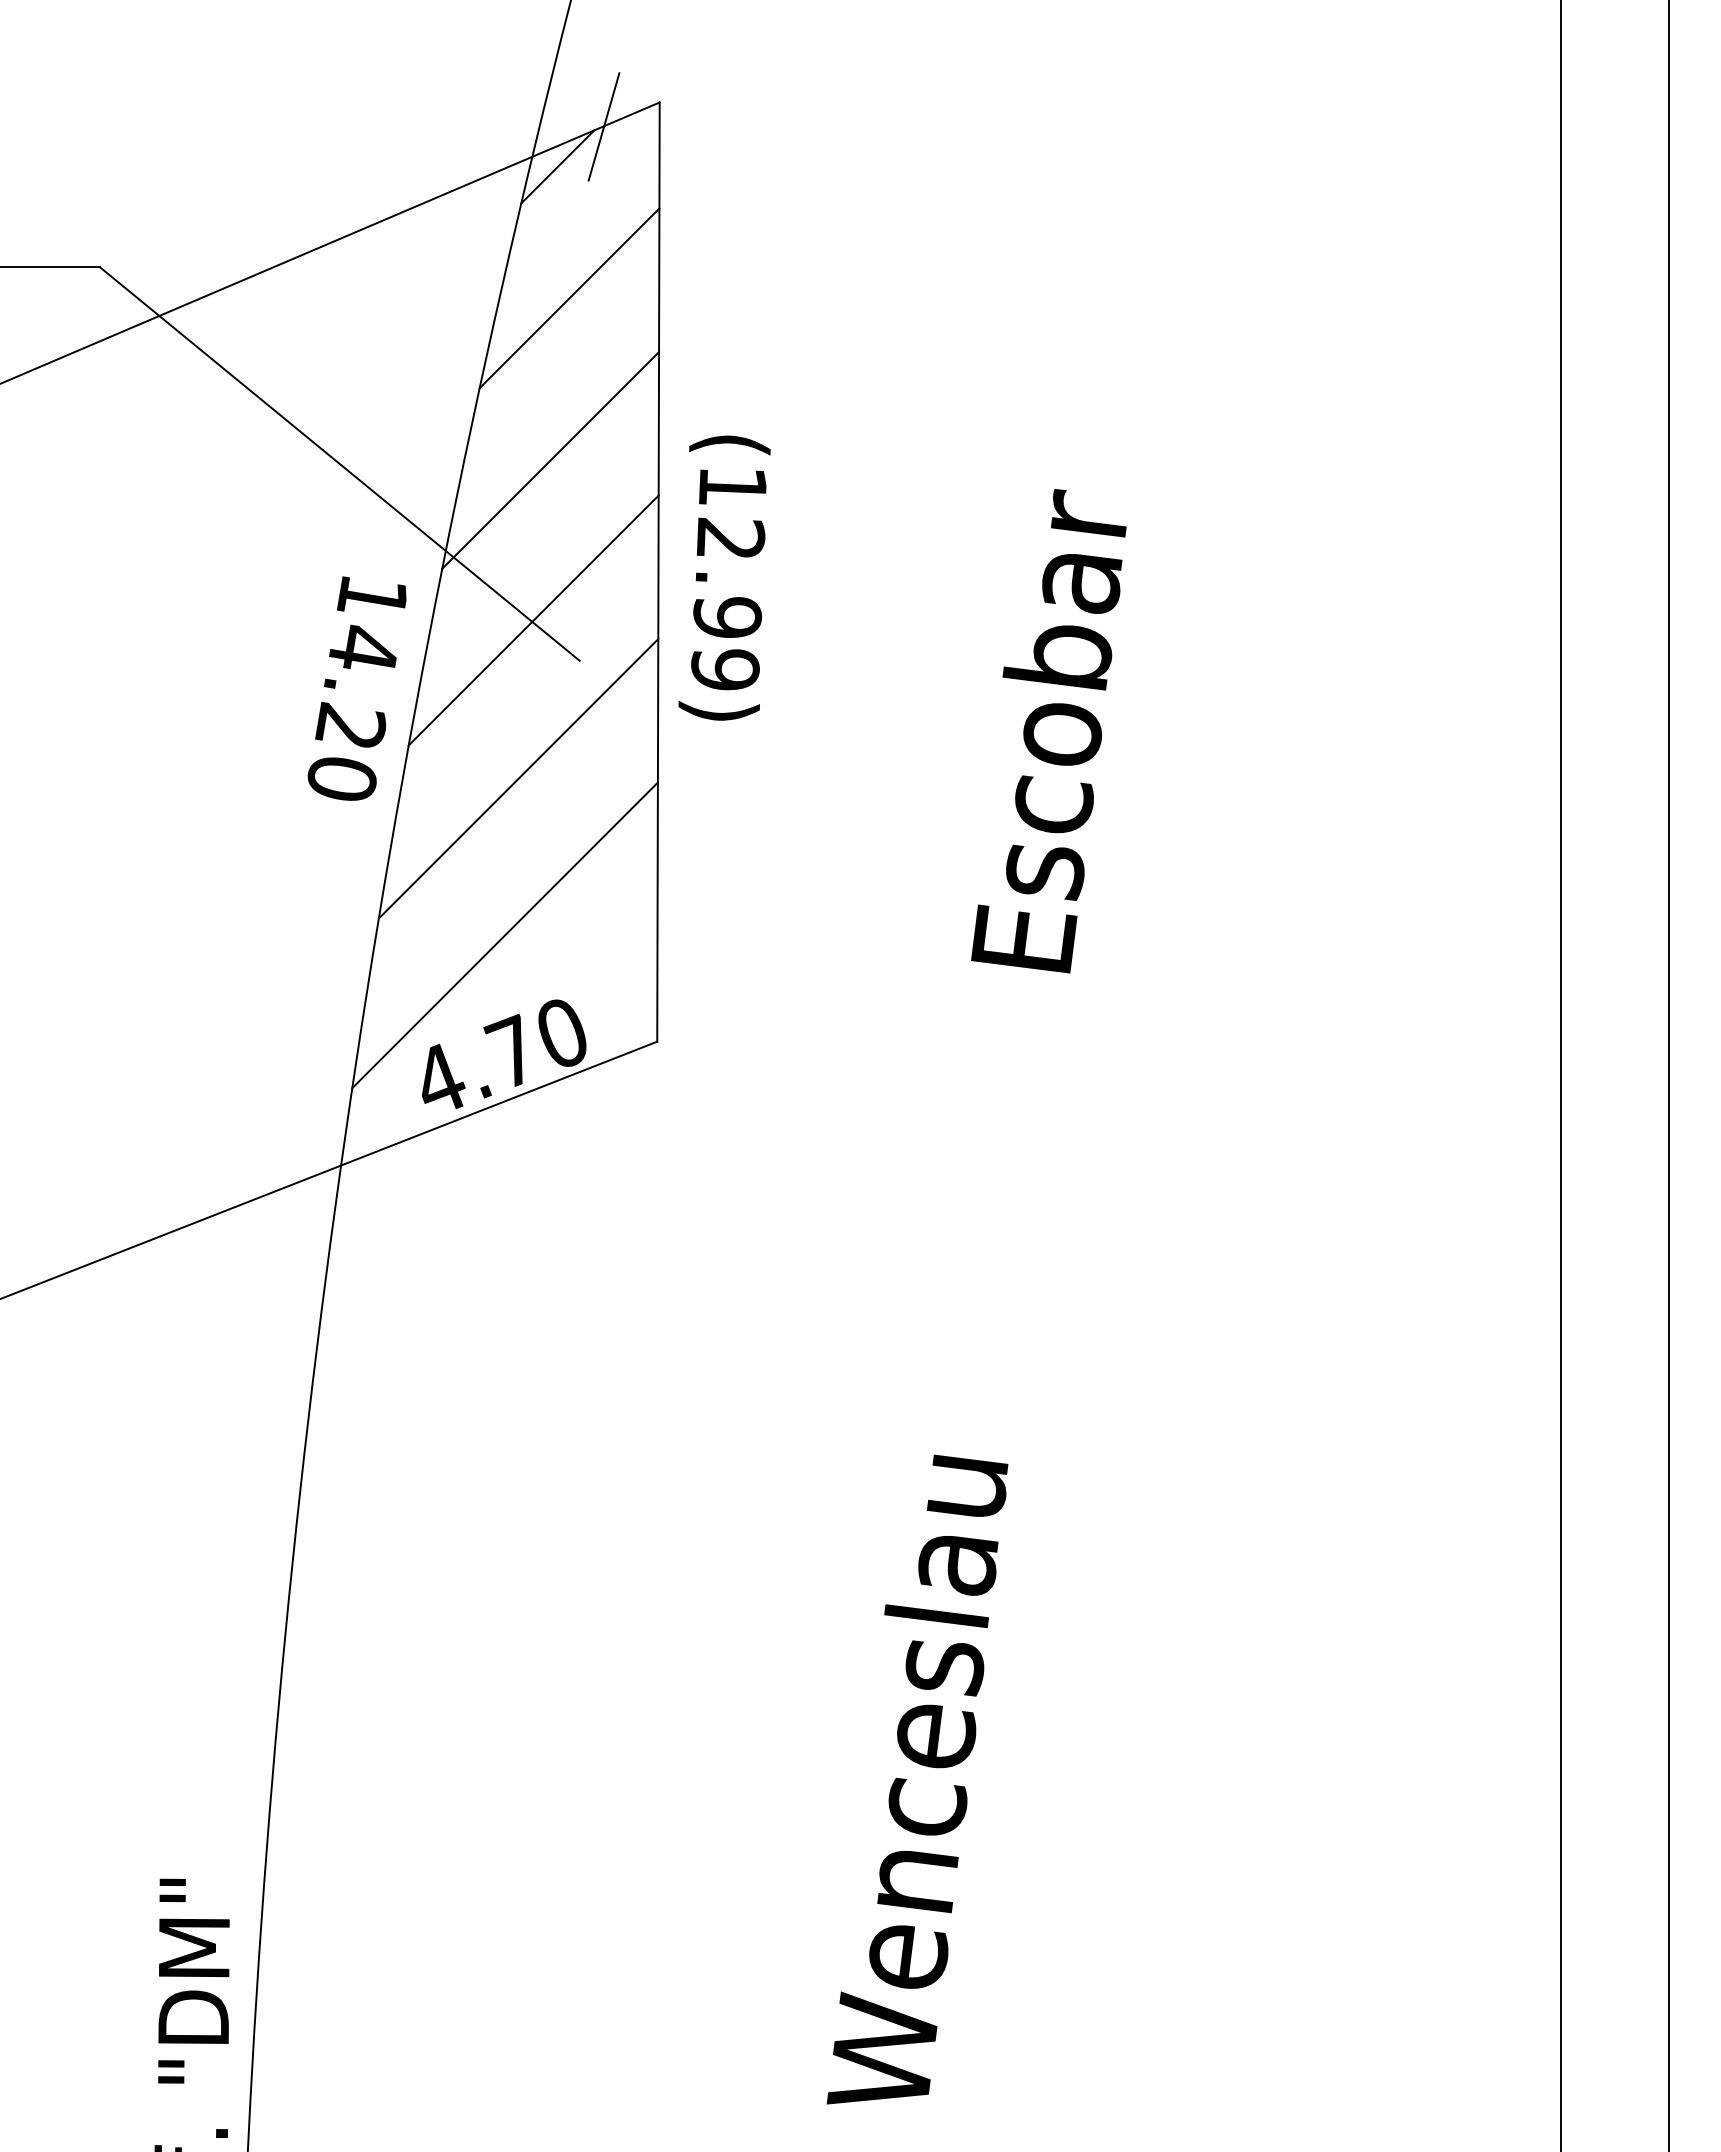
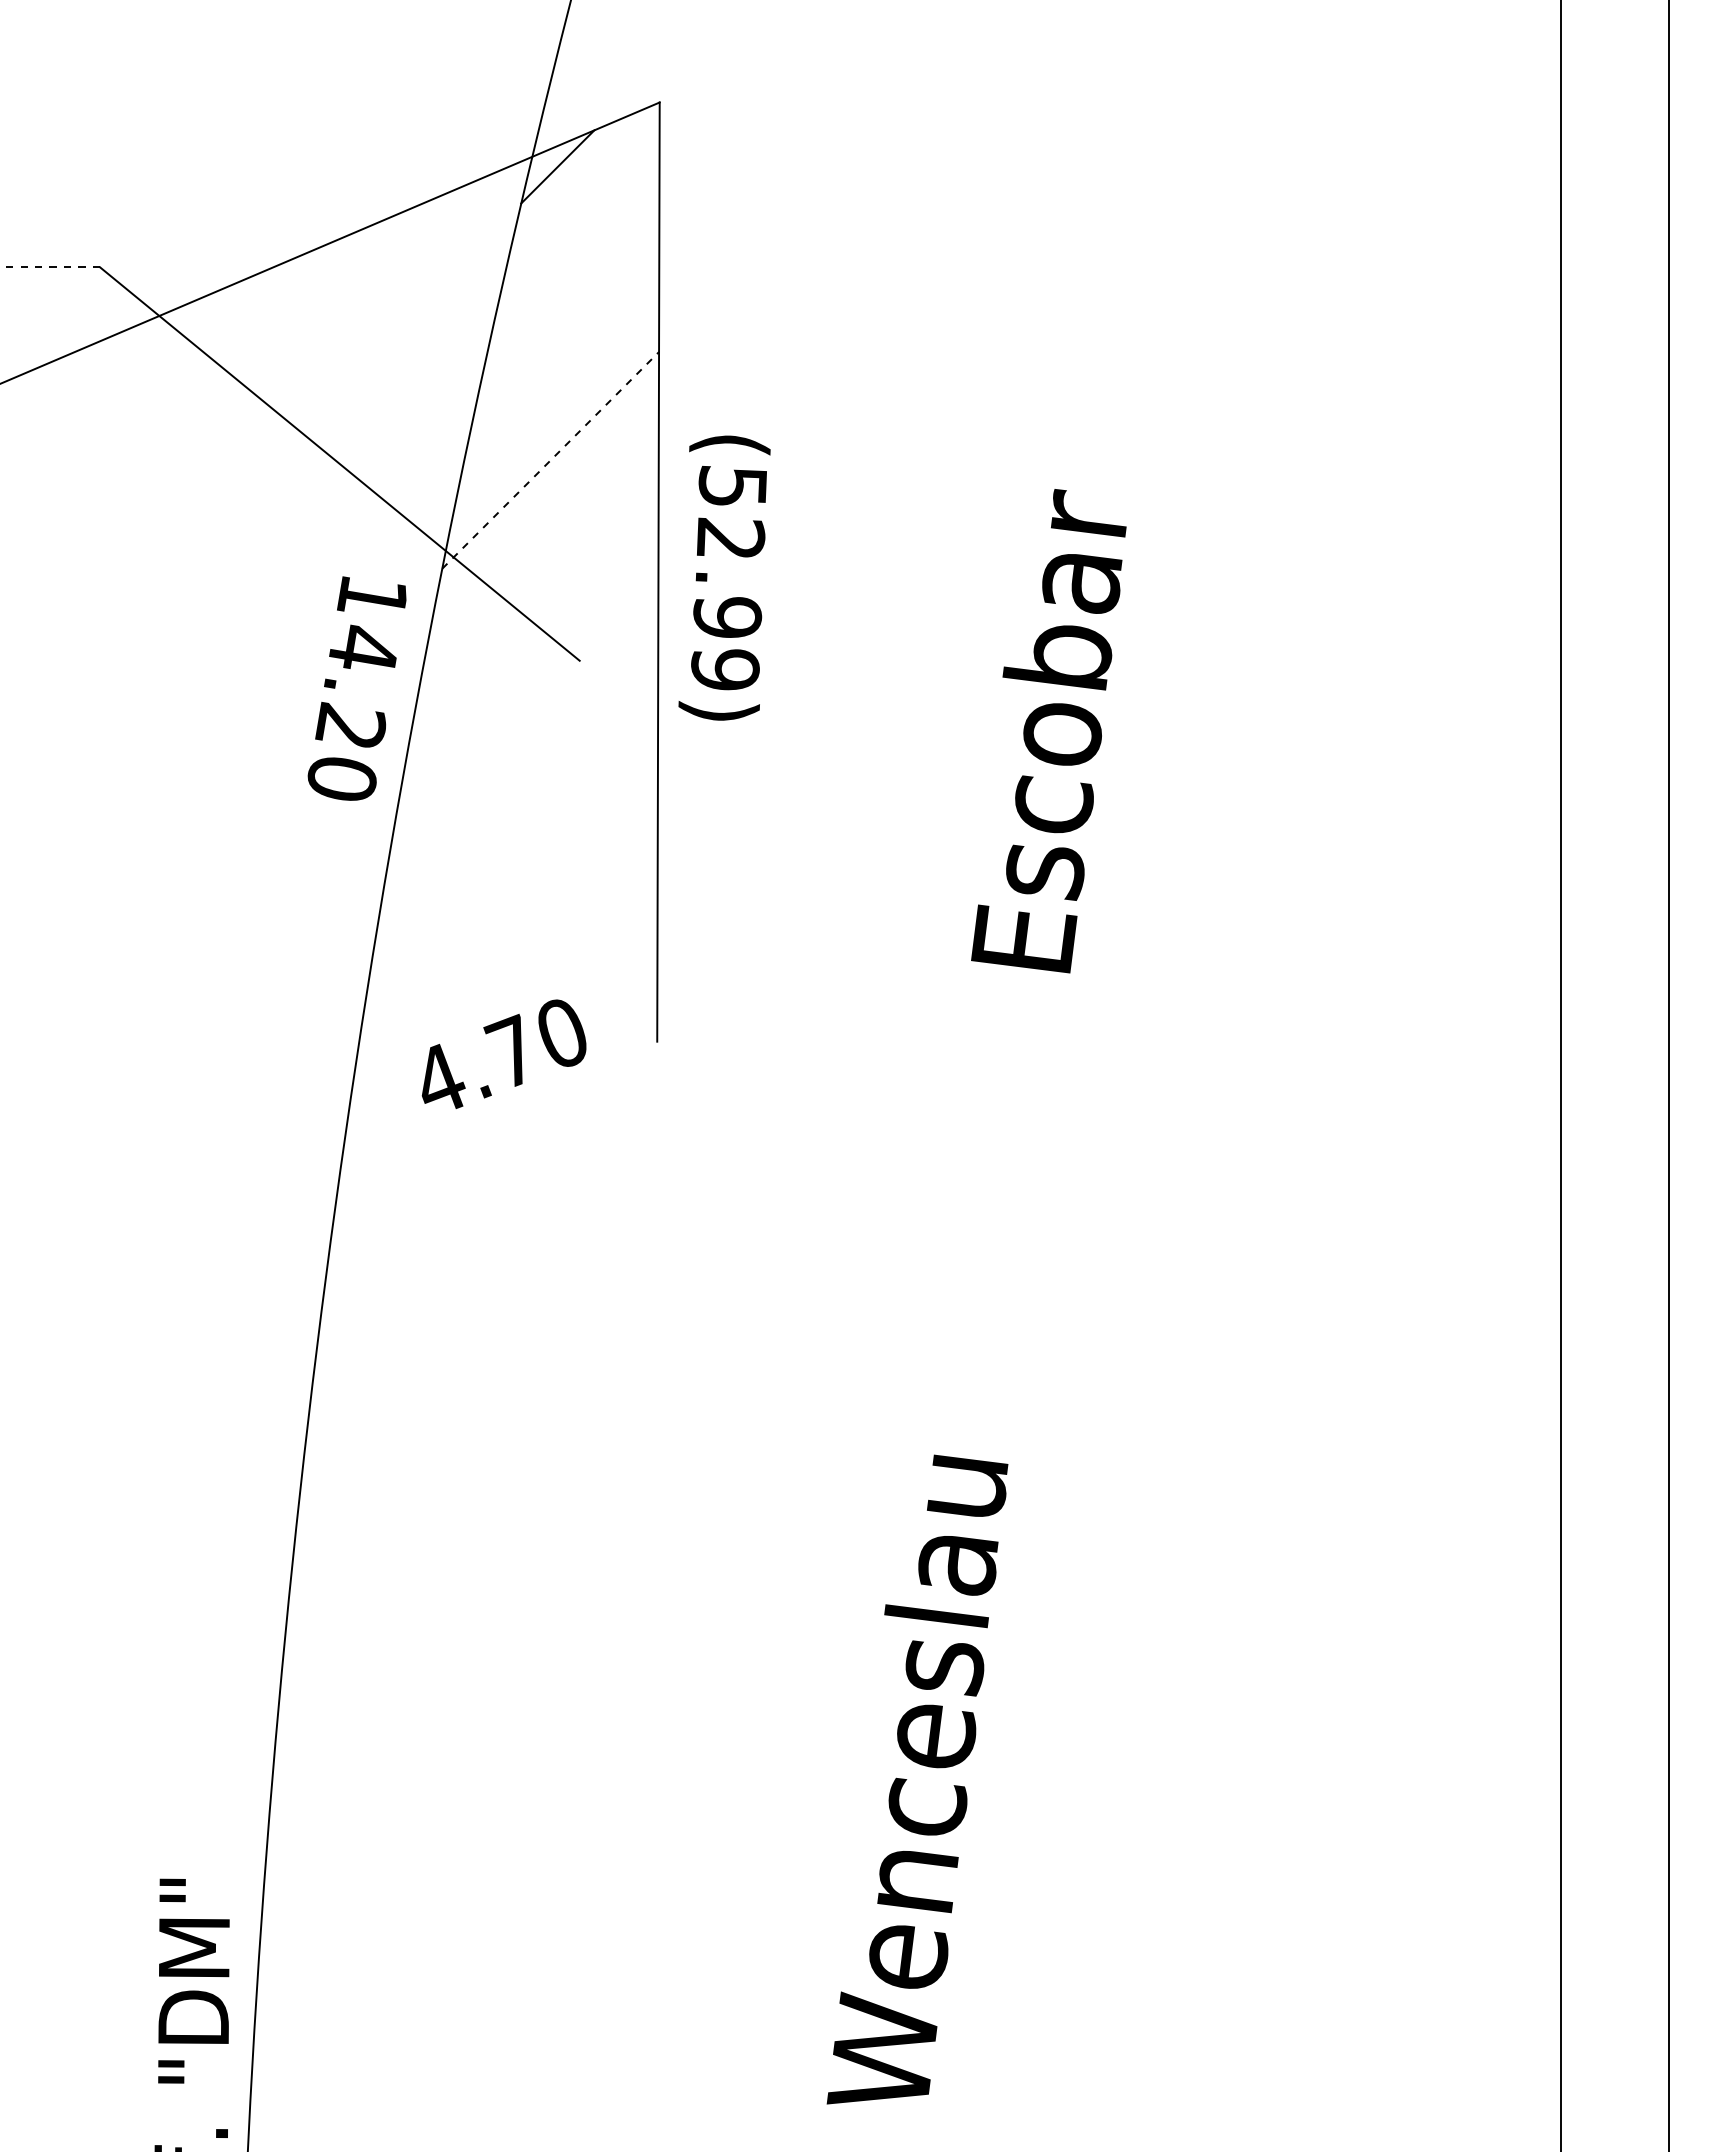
line at (603, 126): present -> none
line at (50, 267): solid -> dashed
line at (569, 298): present -> none
line at (551, 460): solid -> dashed
text at (732, 485): (12.99) -> (52.99)
line at (533, 620): present -> none
line at (518, 778): present -> none
line at (504, 935): present -> none
line at (329, 1169): present -> none
